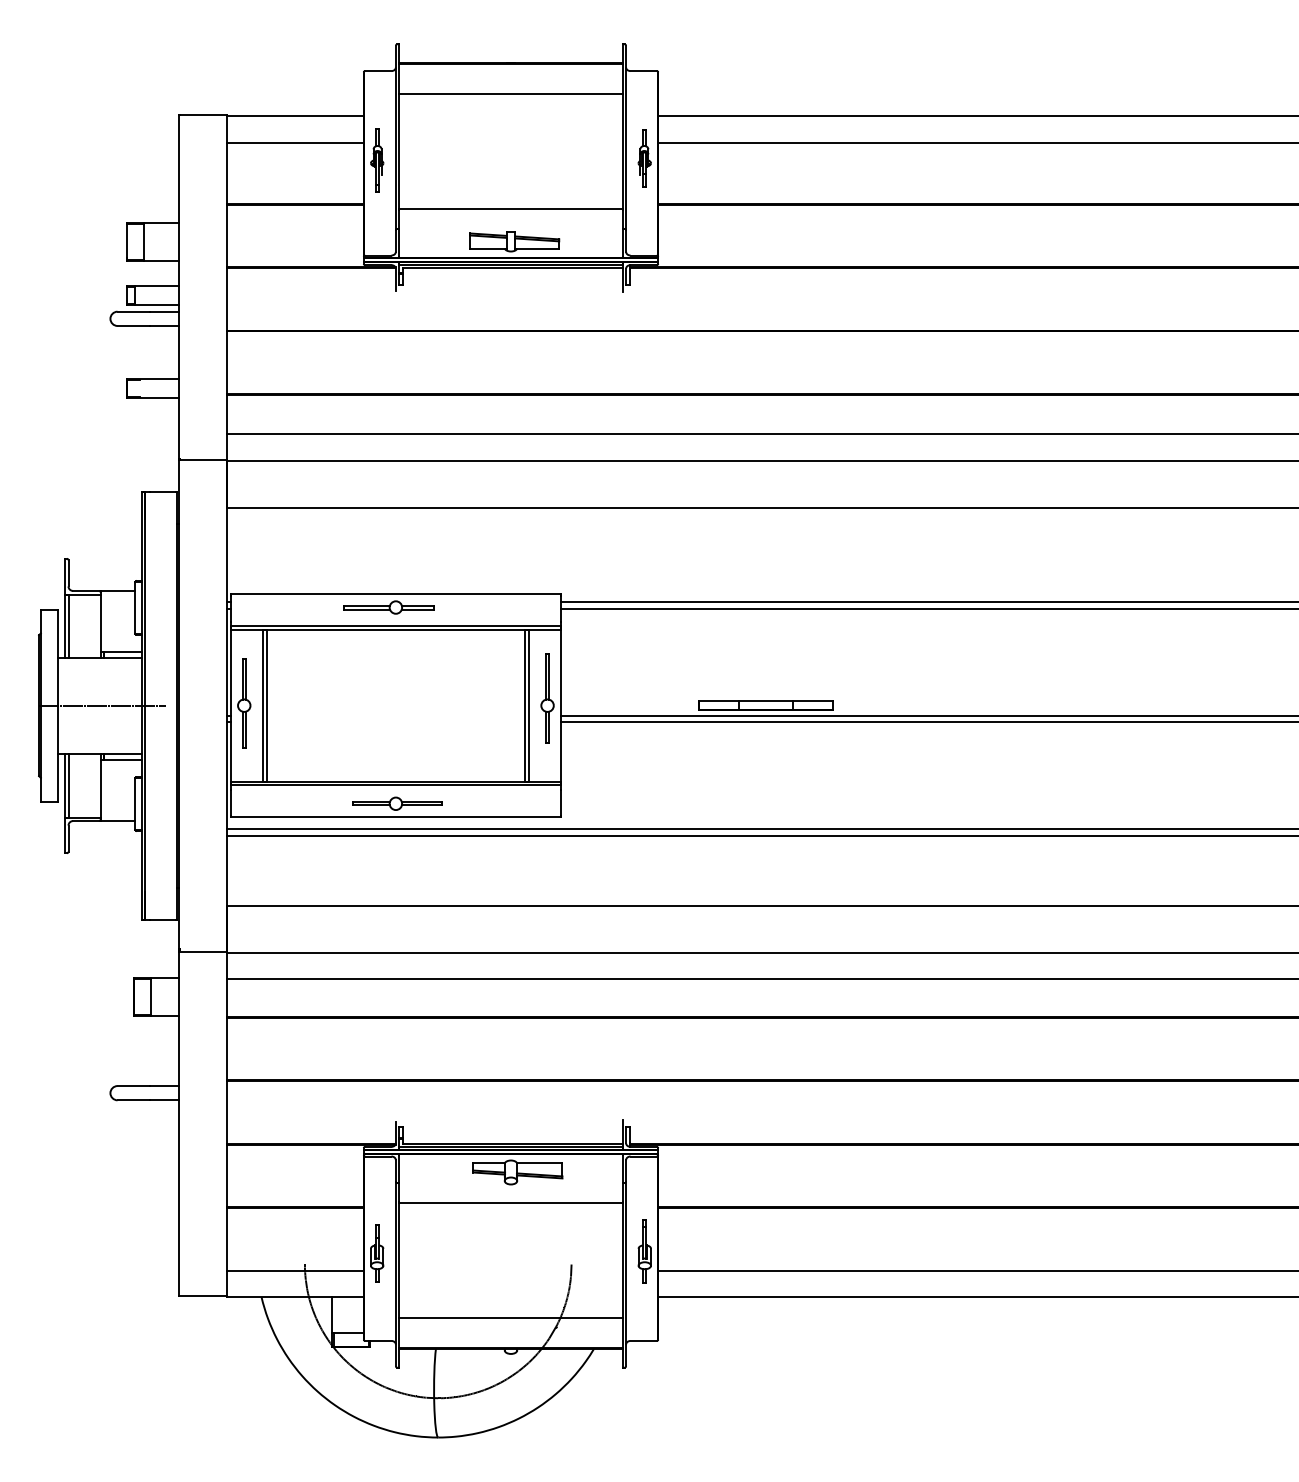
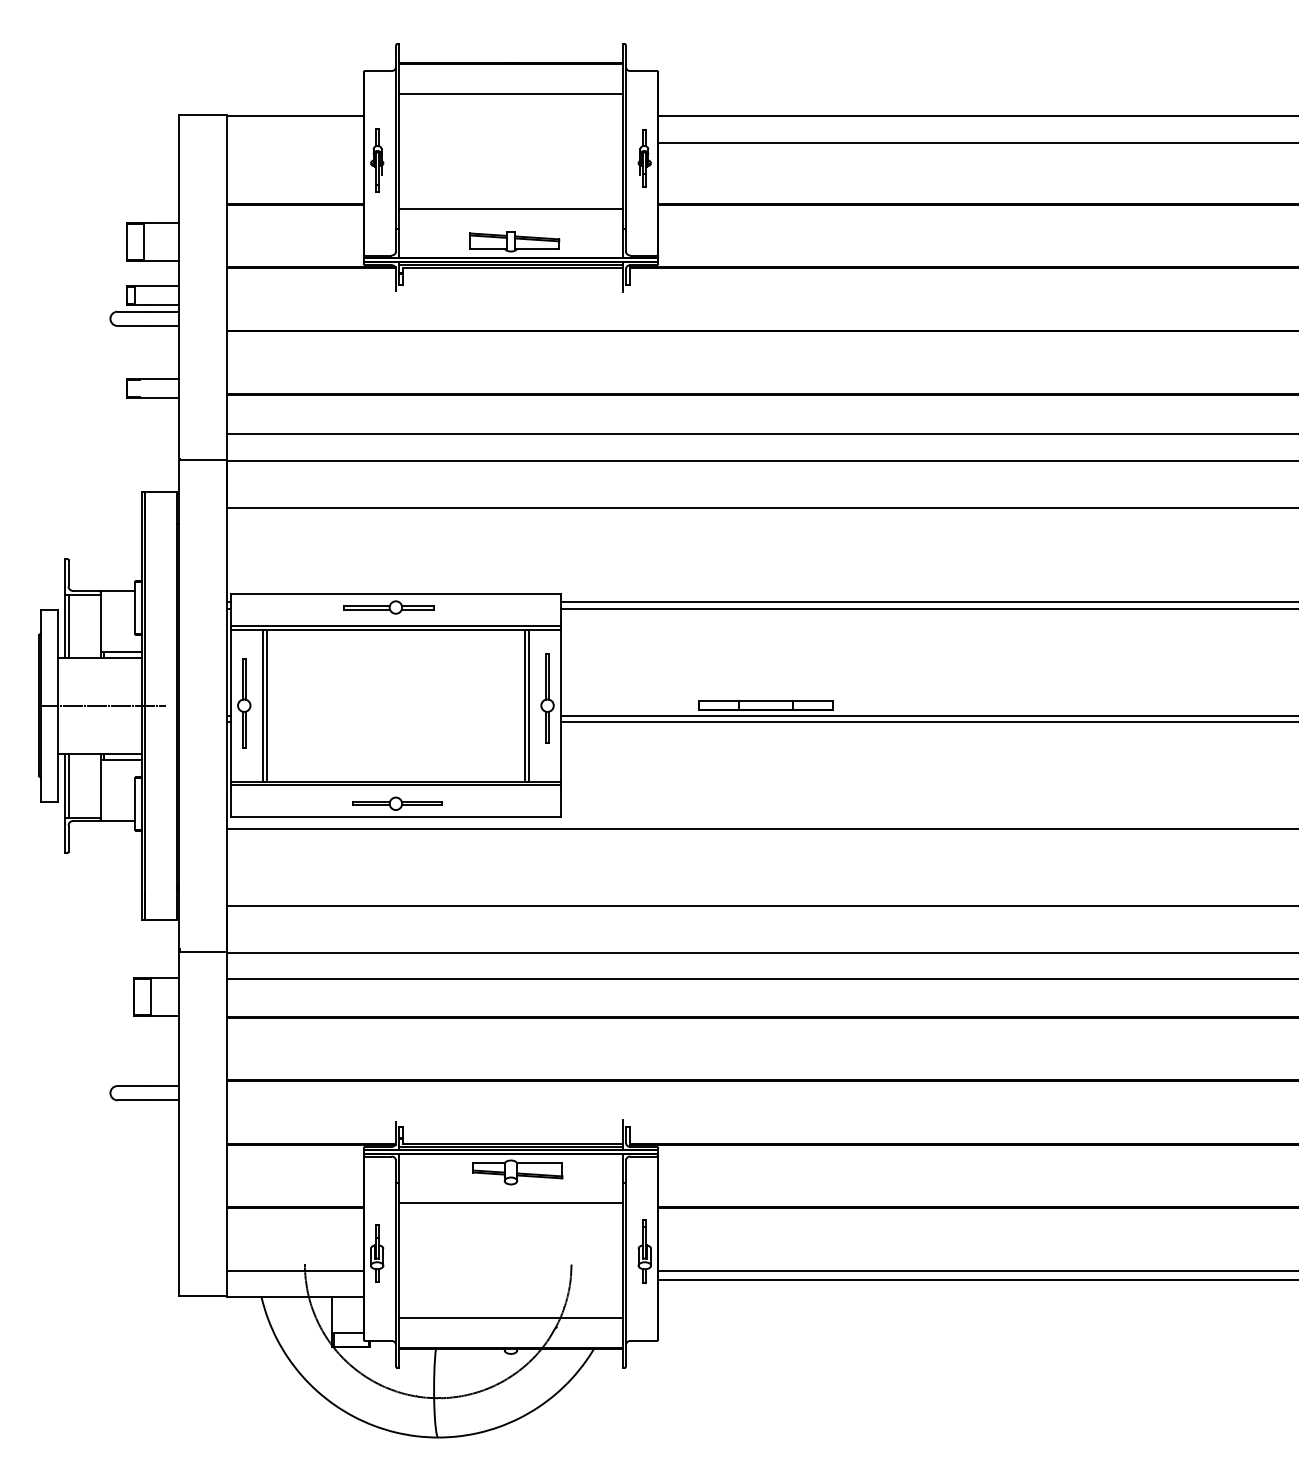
line at (295, 142): present -> none
line at (761, 835): present -> none
line at (976, 1297) position: (976, 1297) -> (976, 1280)
